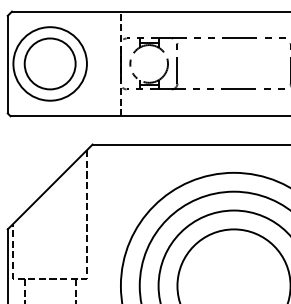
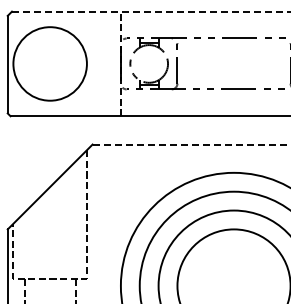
line at (151, 11): solid -> dashed
circle at (49, 63): present -> none
line at (191, 144): solid -> dashed
